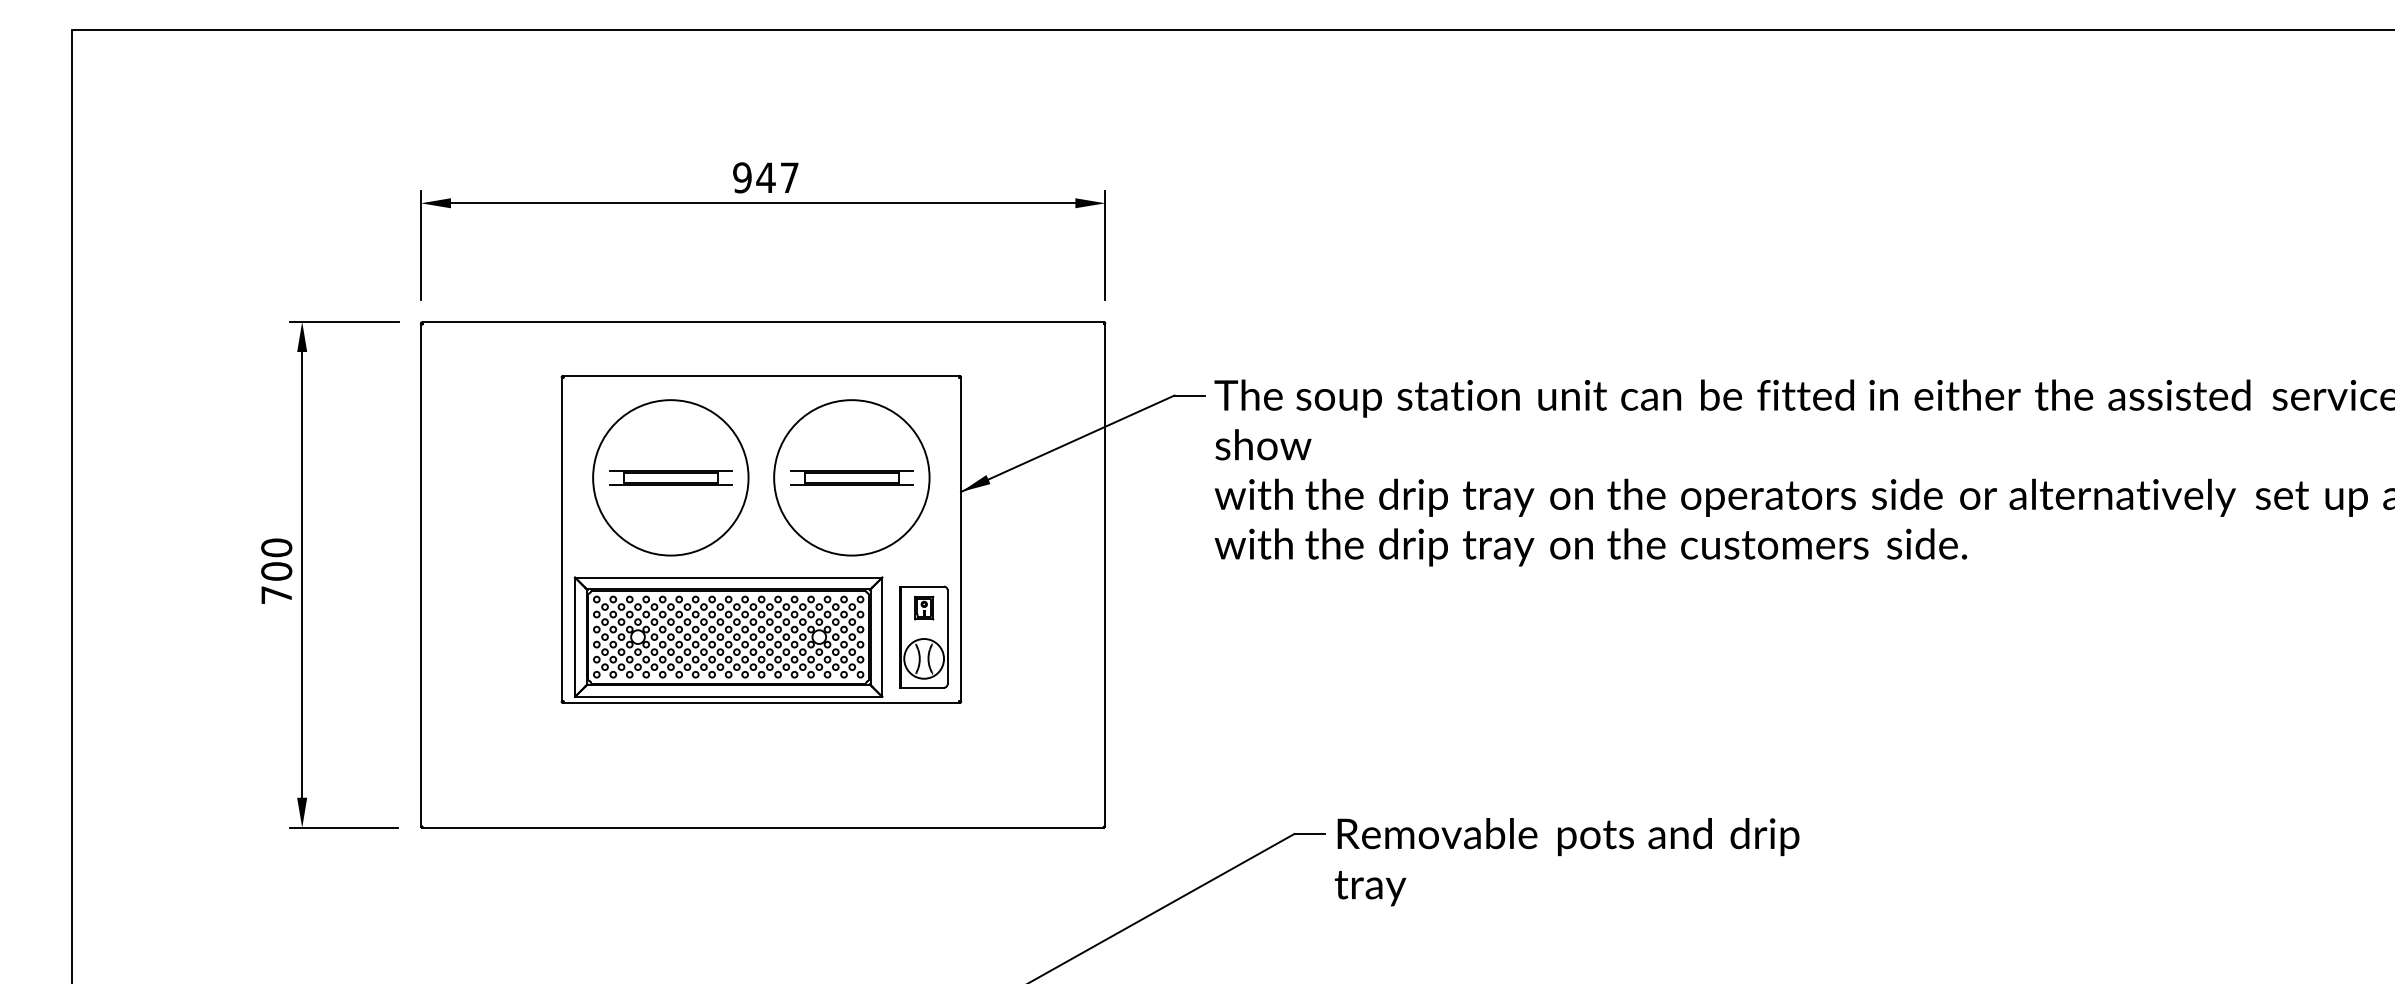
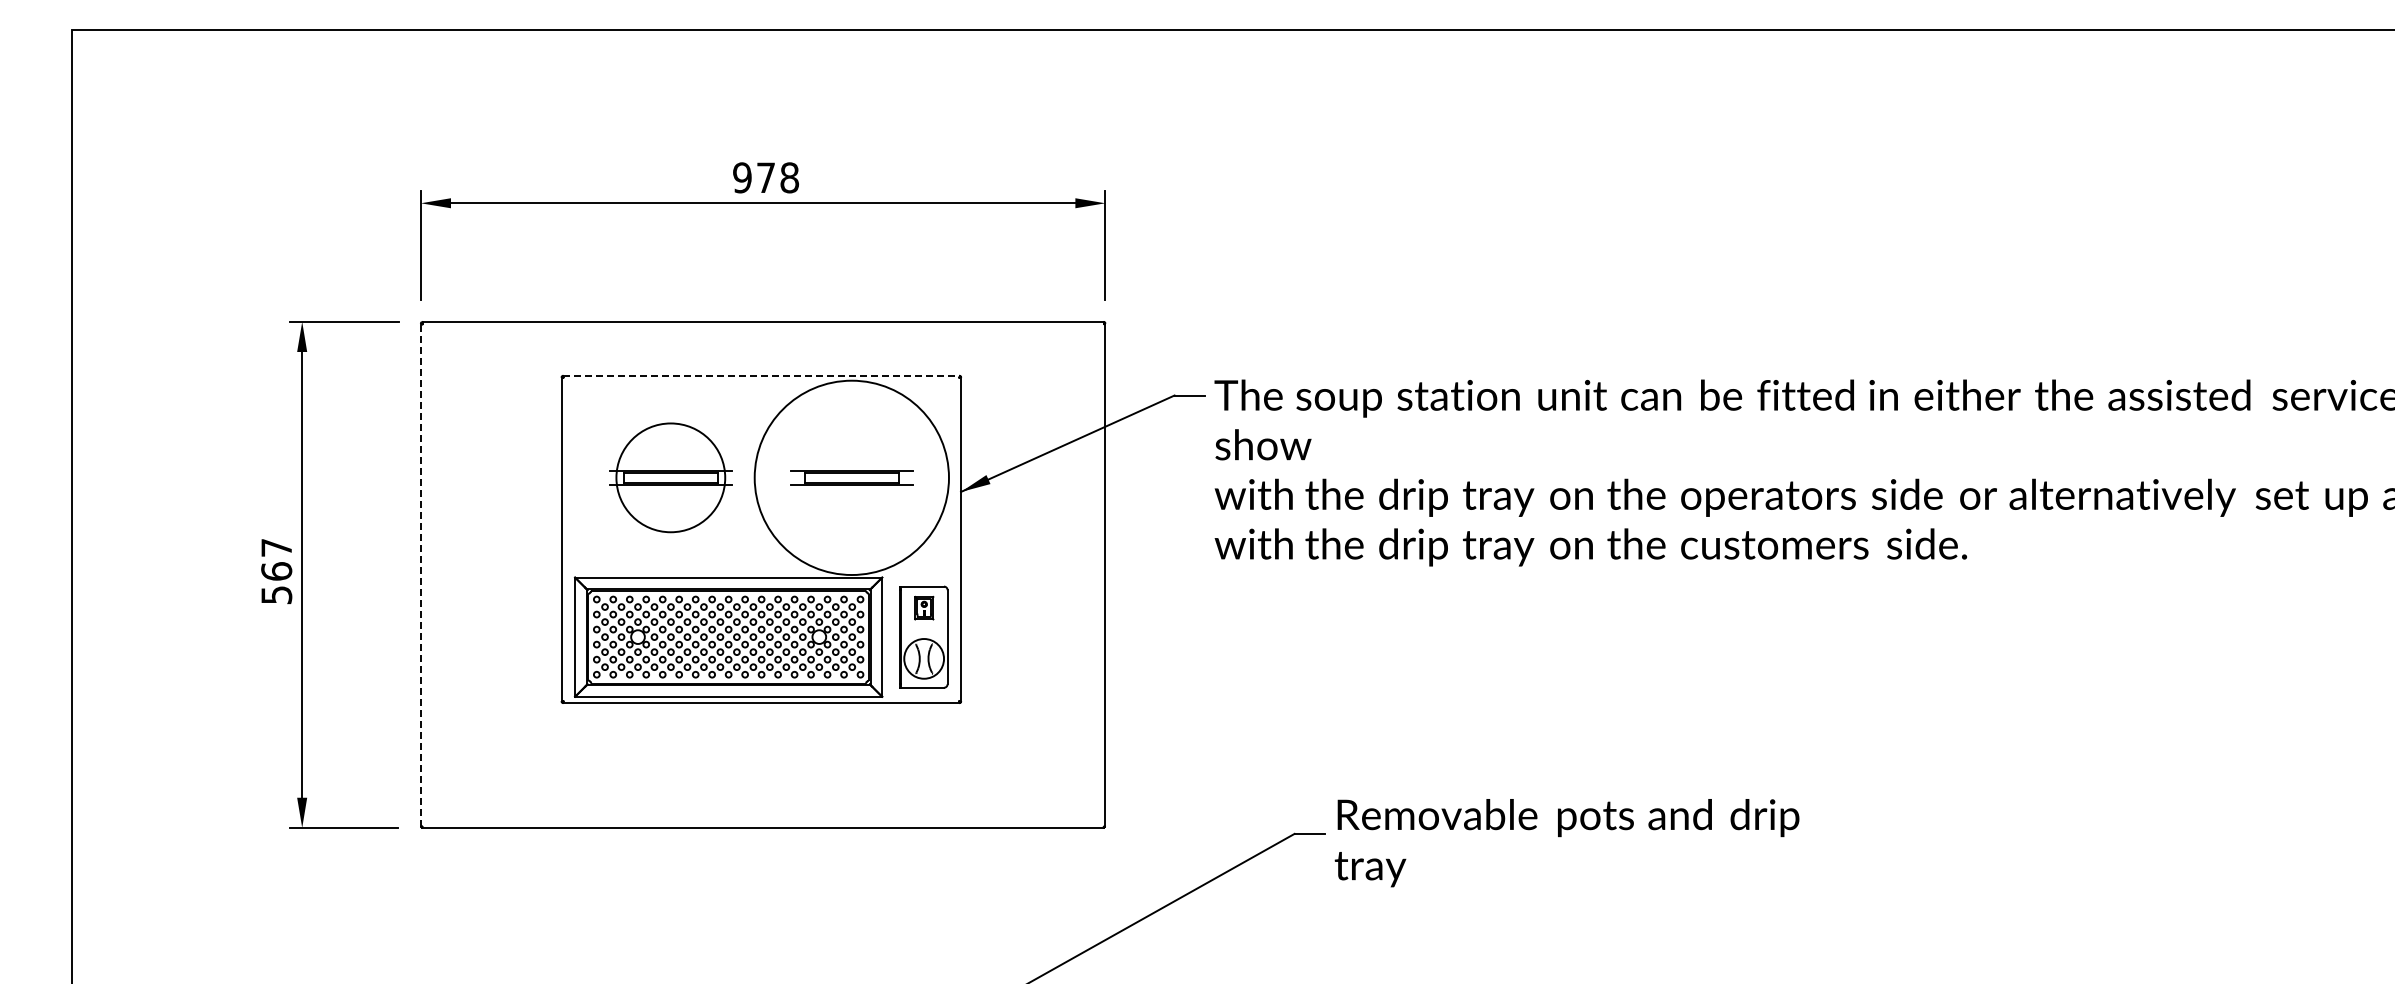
text at (777, 177): 947 -> 978
line at (761, 375): solid -> dashed
circle at (670, 477) diameter: 155 px -> 109 px
circle at (851, 477) diameter: 155 px -> 194 px
text at (276, 571): 700 -> 567
line at (420, 575): solid -> dashed
text at (1566, 862) position: (1566, 862) -> (1566, 843)
